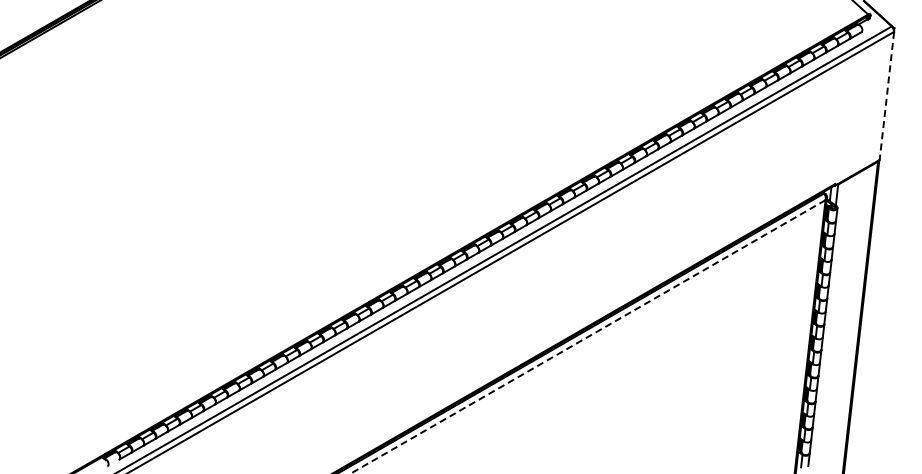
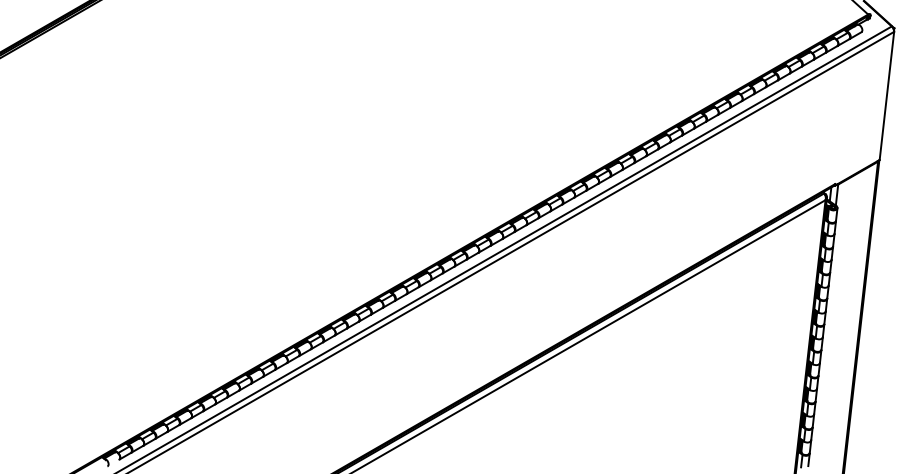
line at (886, 96): dashed -> solid
line at (587, 337): dashed -> solid
